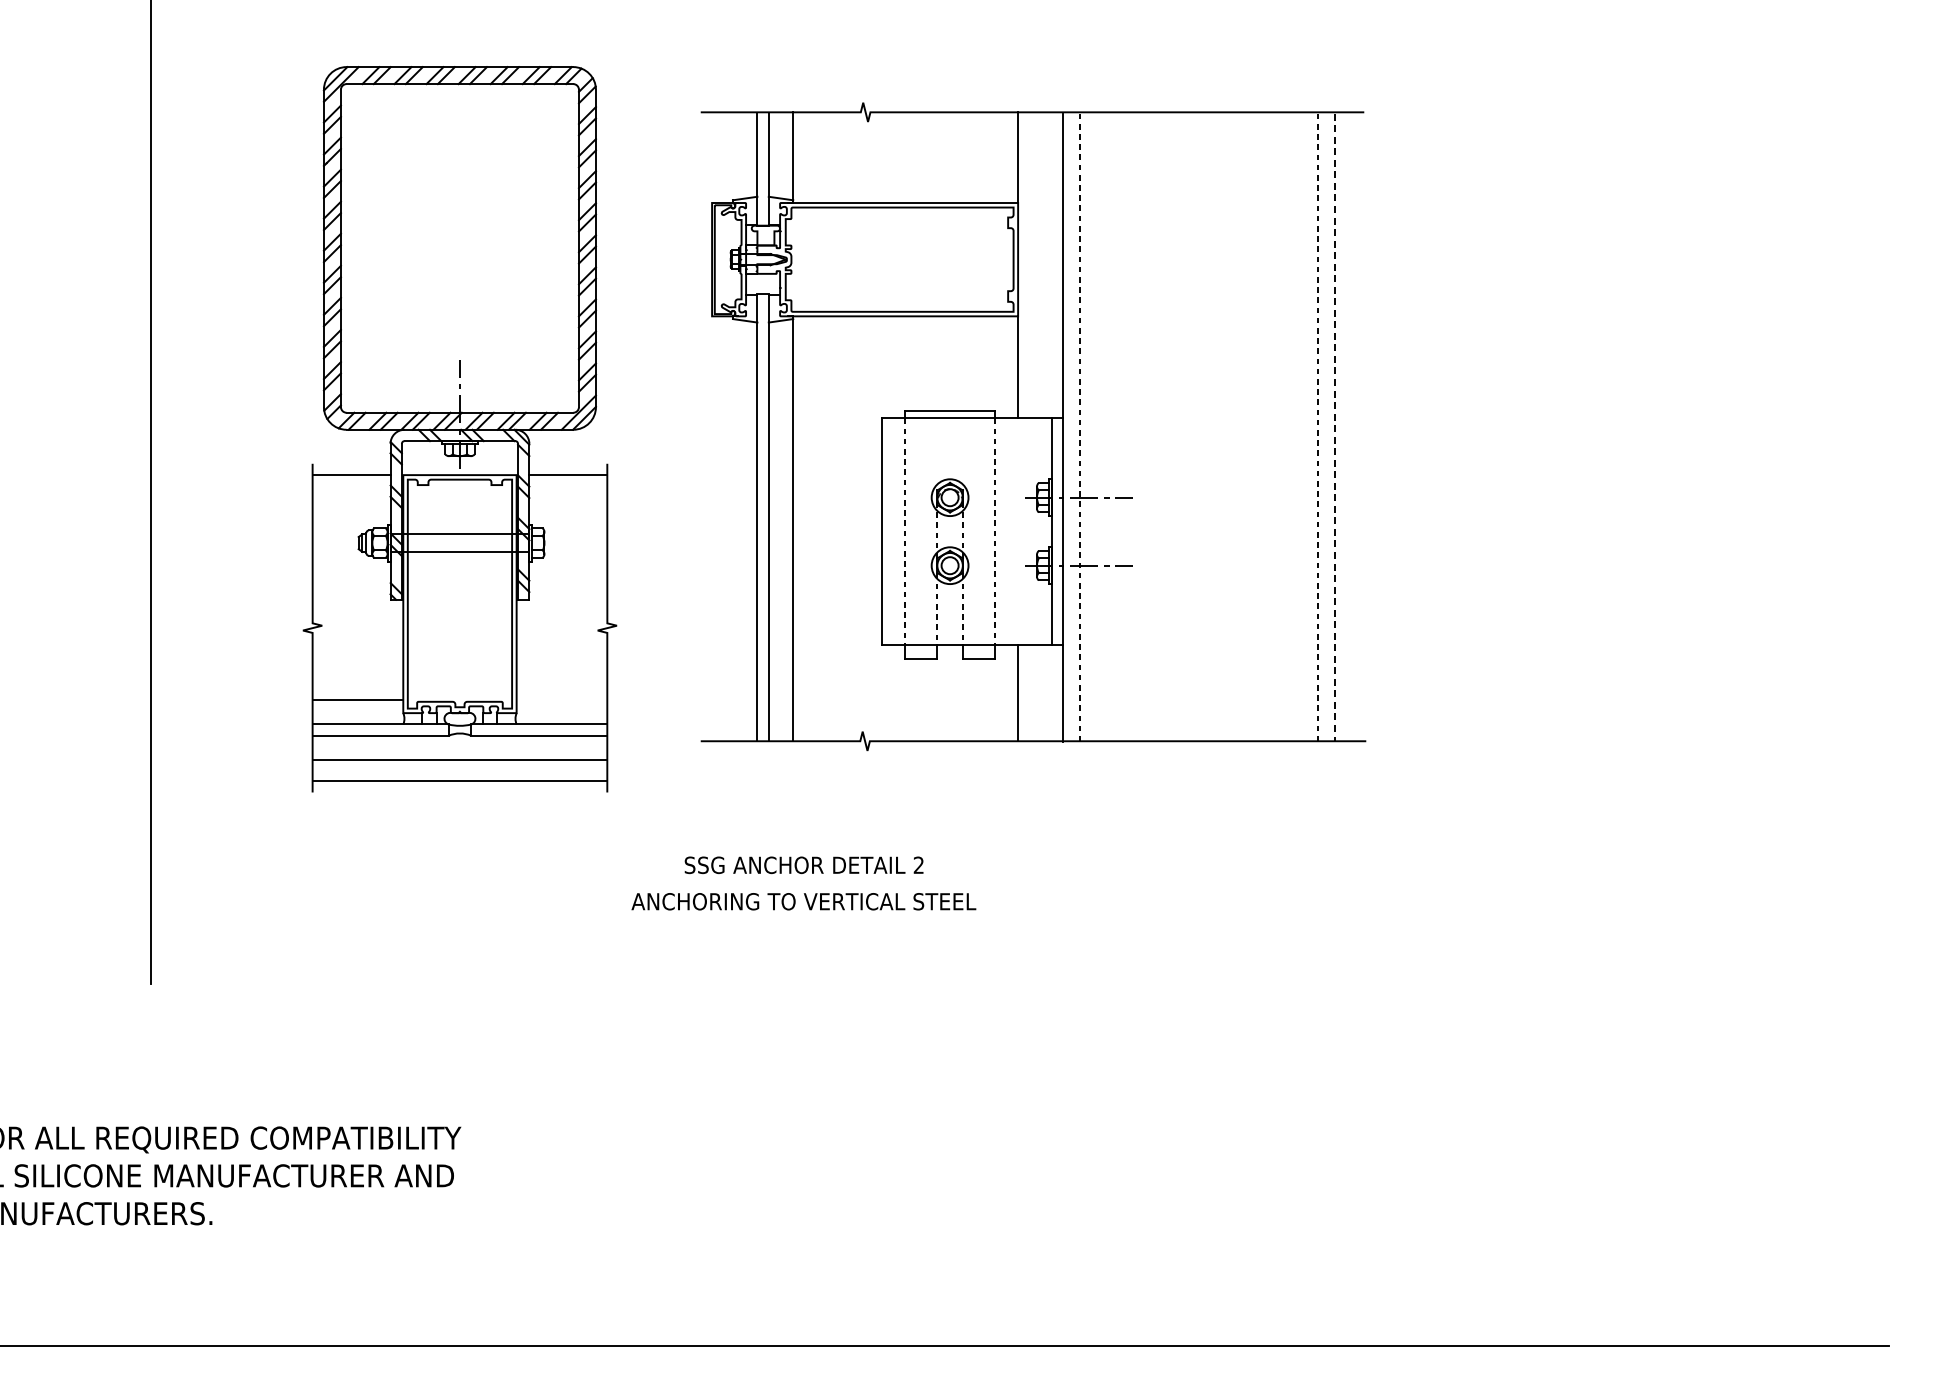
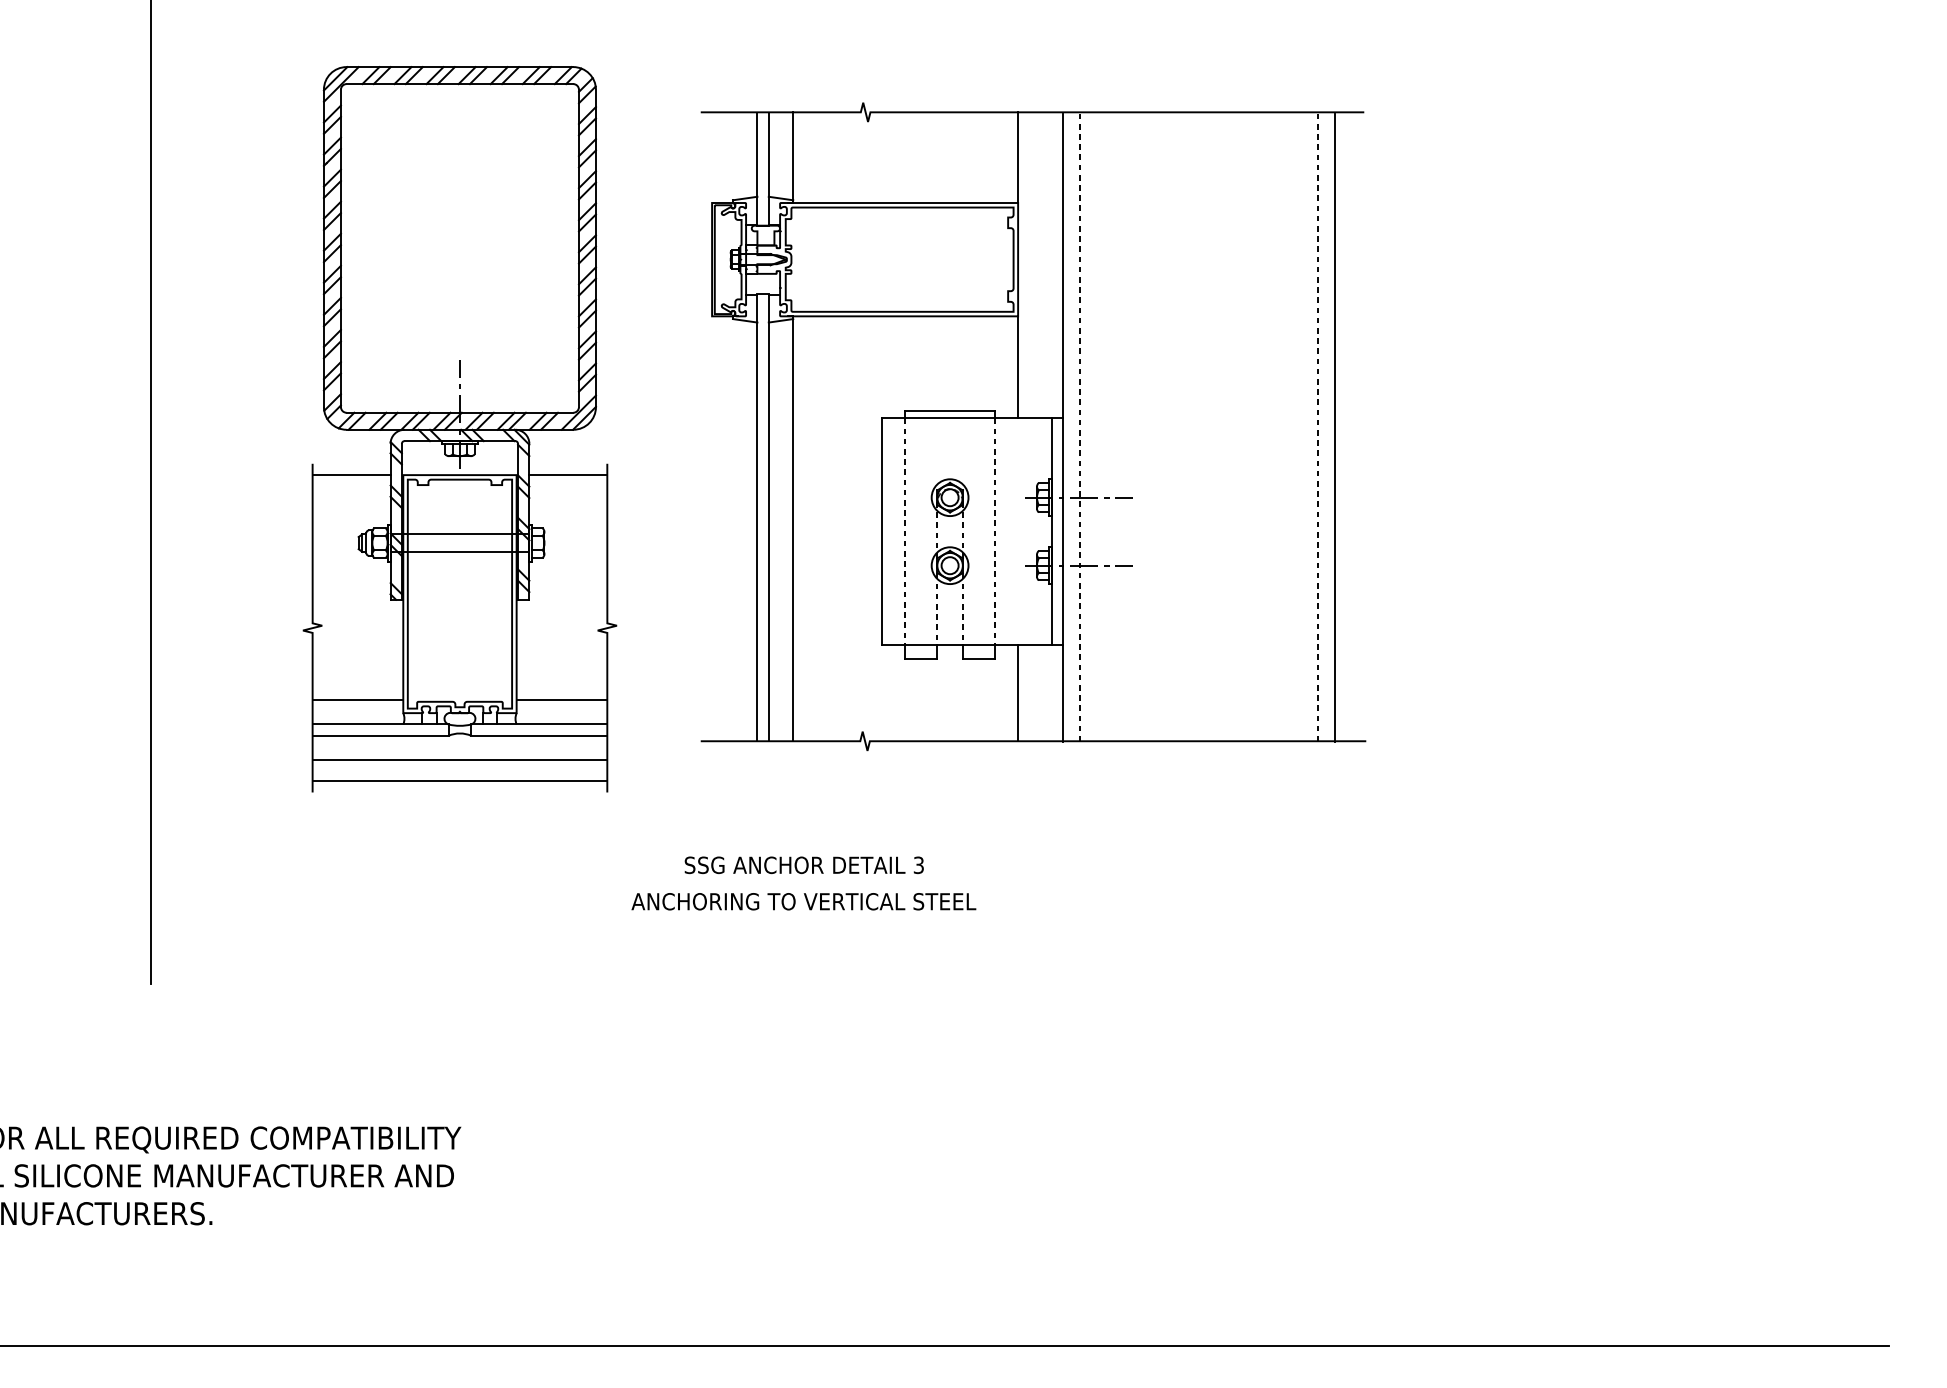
line at (1335, 427): dashed -> solid
line at (561, 699): none -> present
text at (918, 865): 2 -> 3
